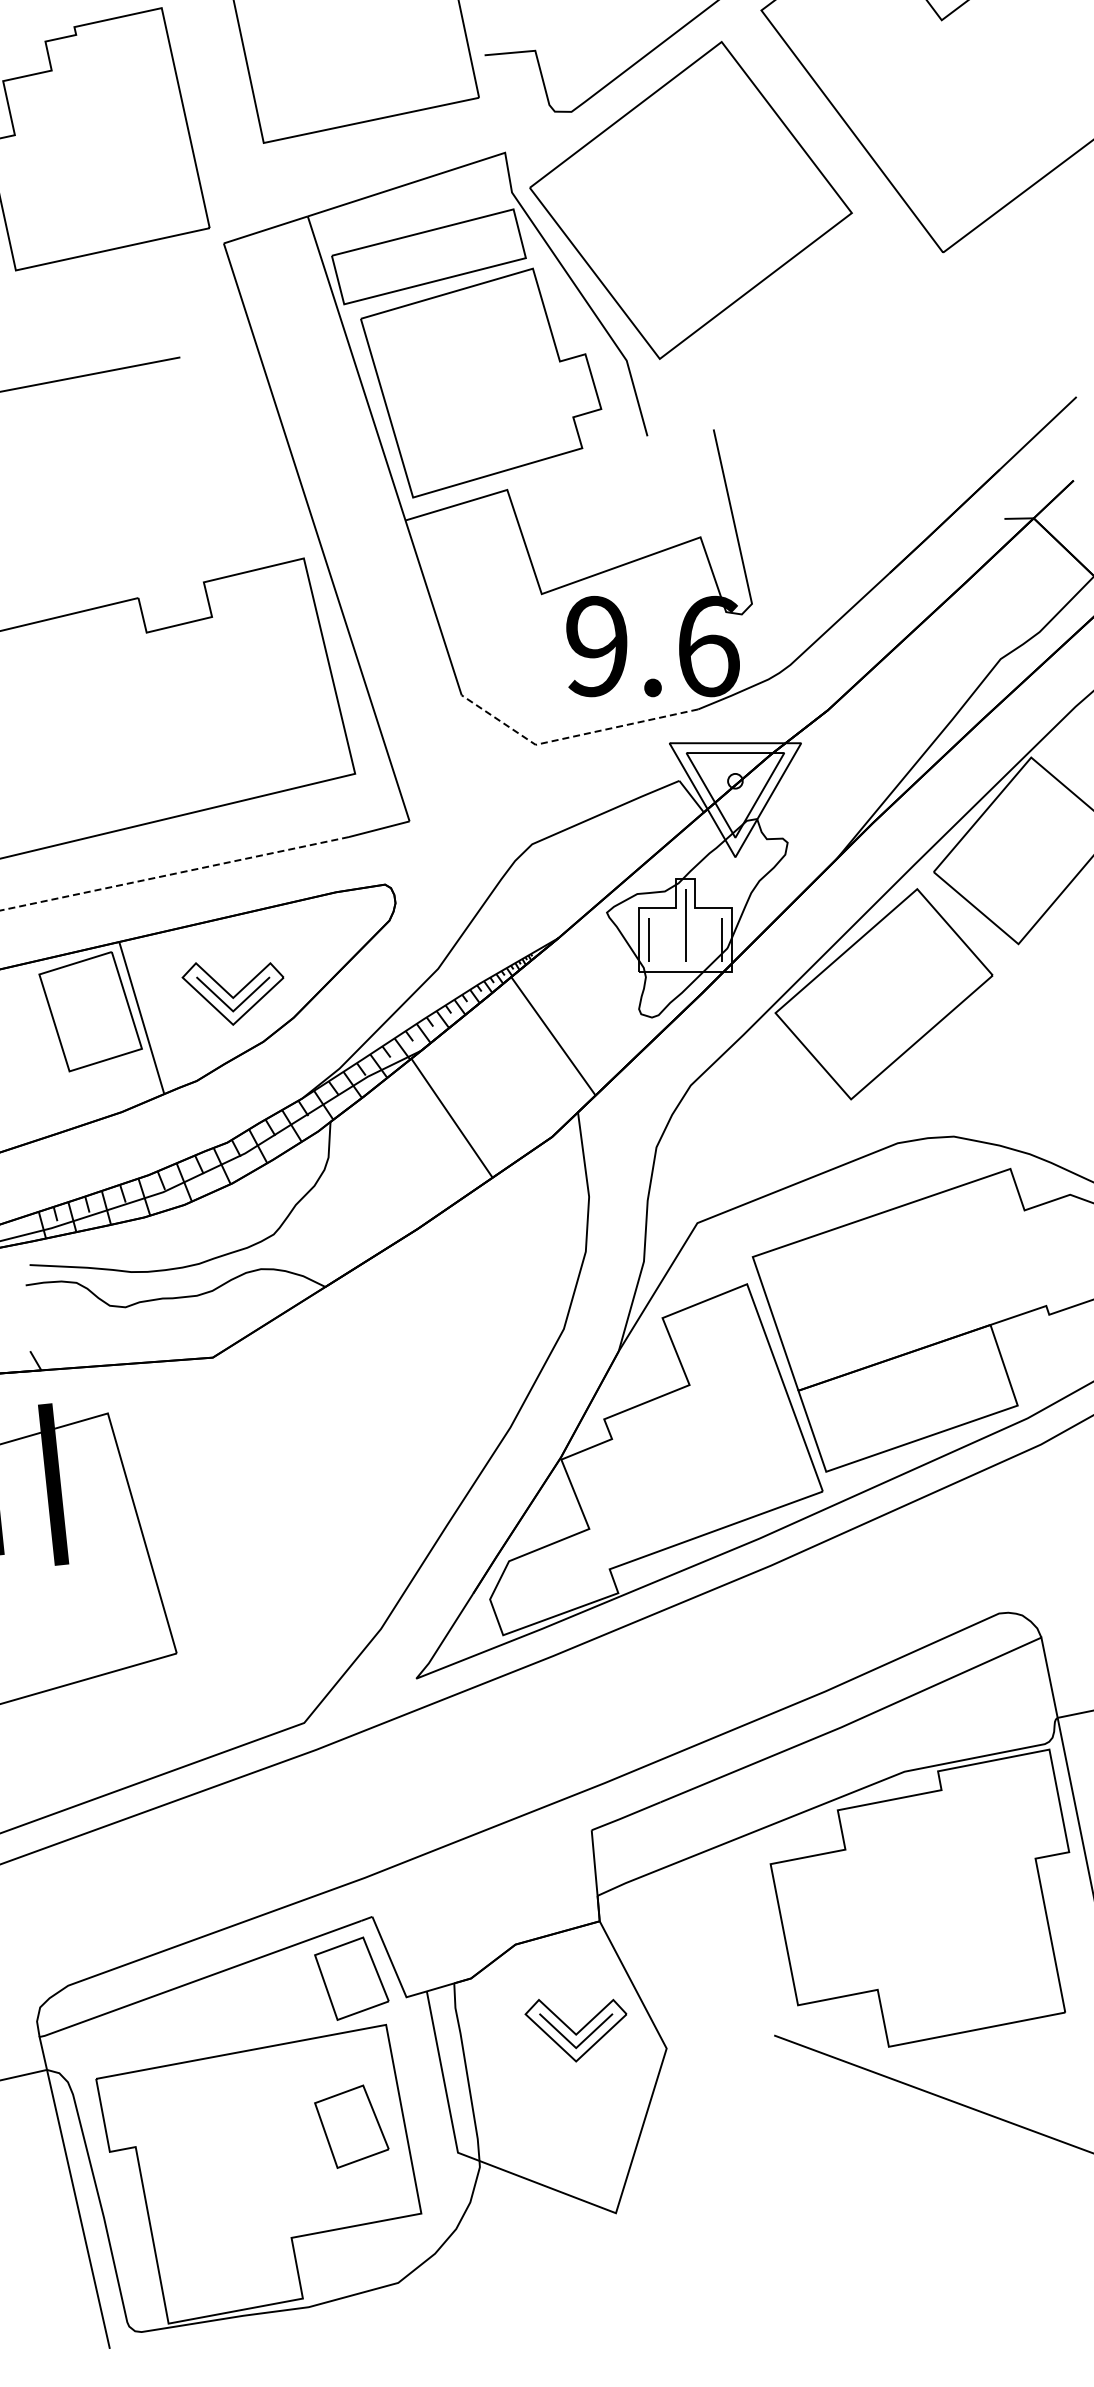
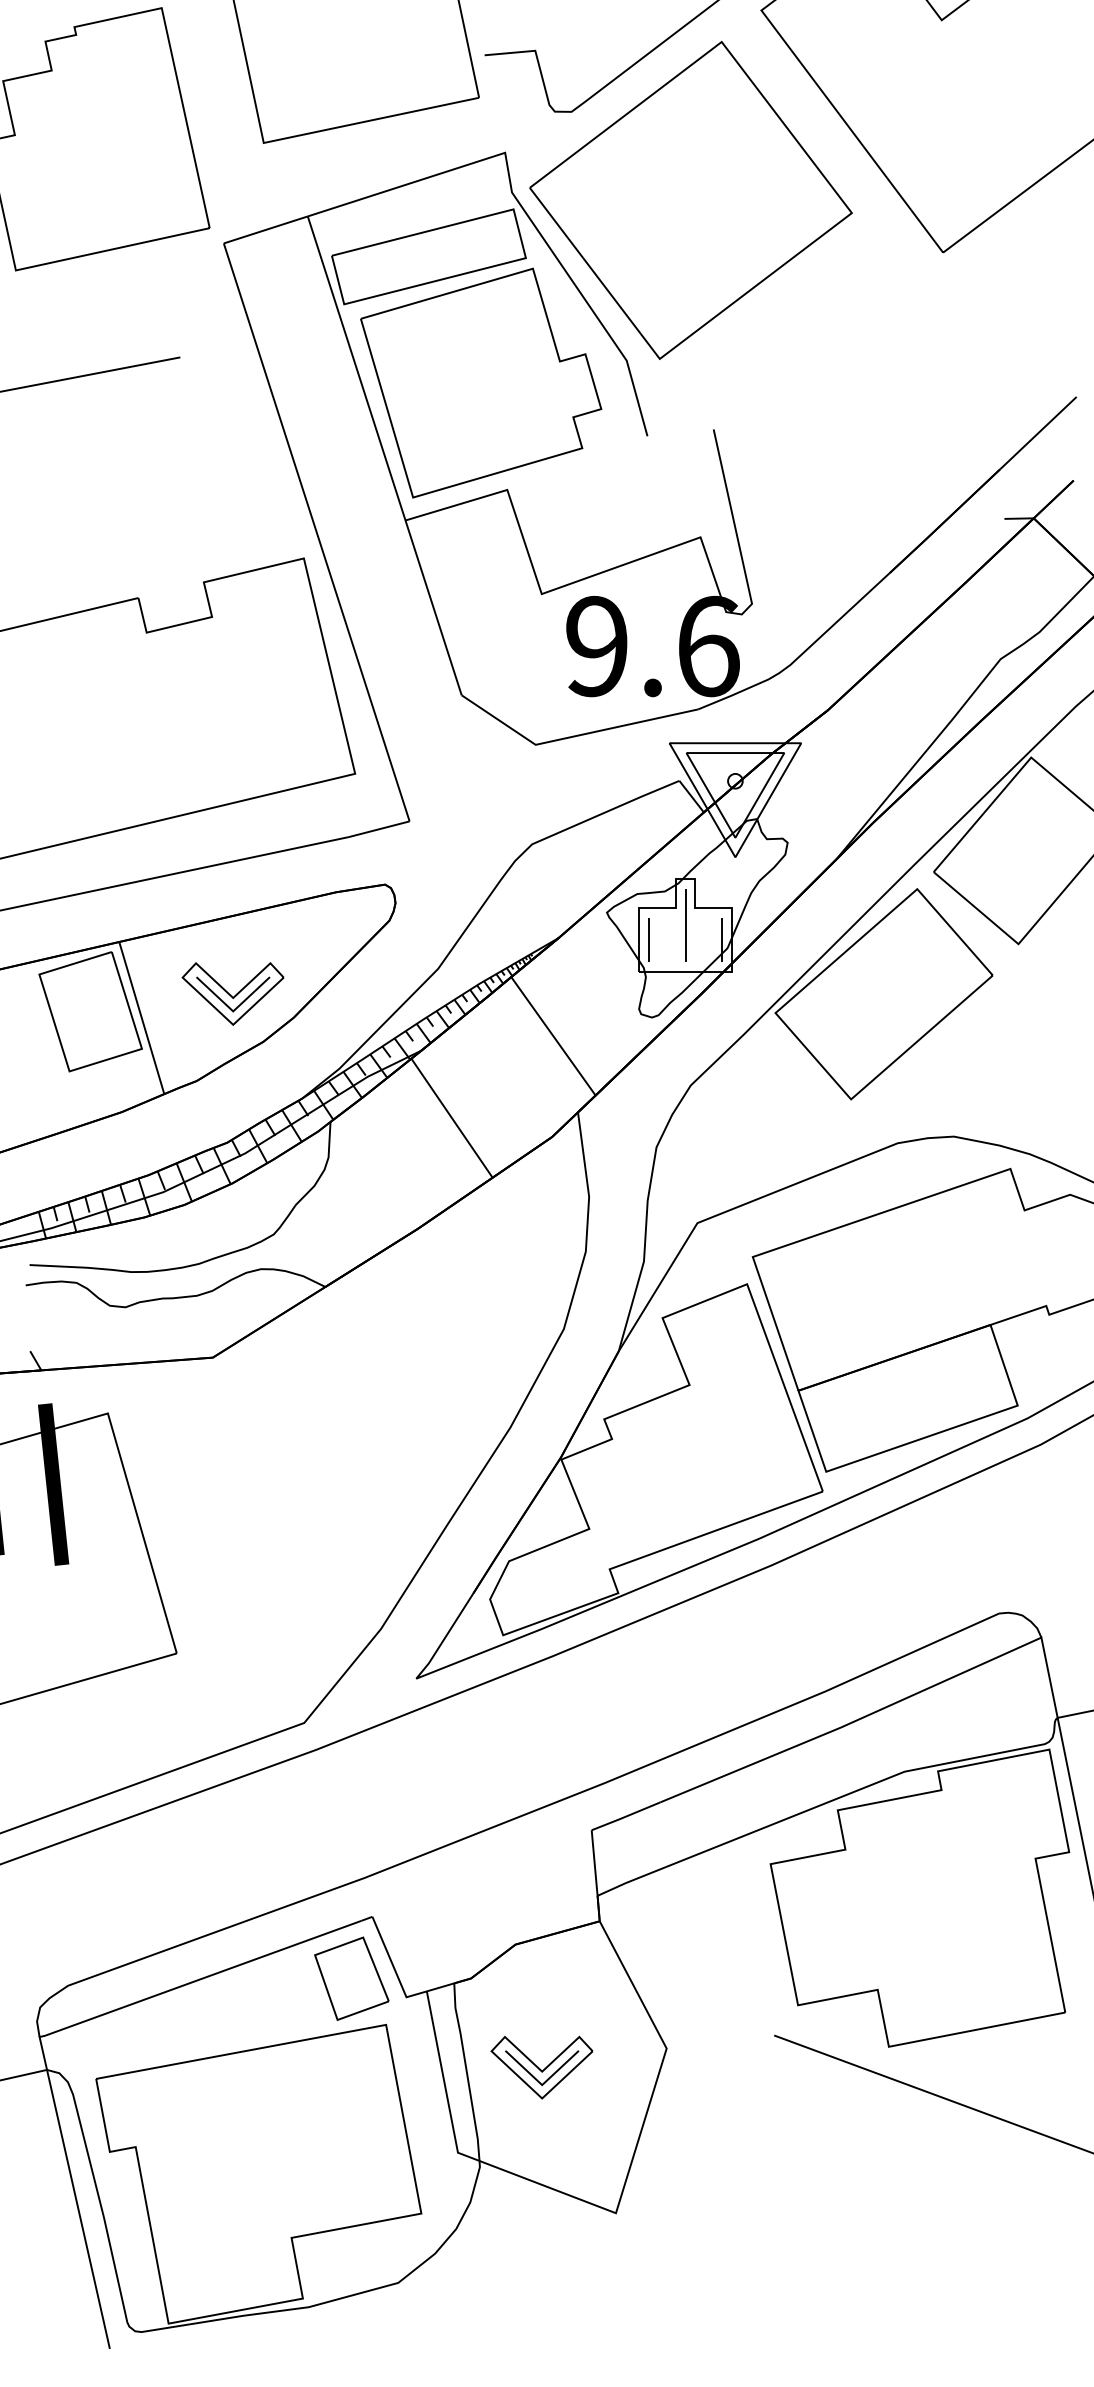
line at (572, 736): dashed -> solid
line at (174, 873): dashed -> solid
part at (575, 2030) position: (575, 2030) -> (541, 2067)
part at (351, 2126): present -> none
